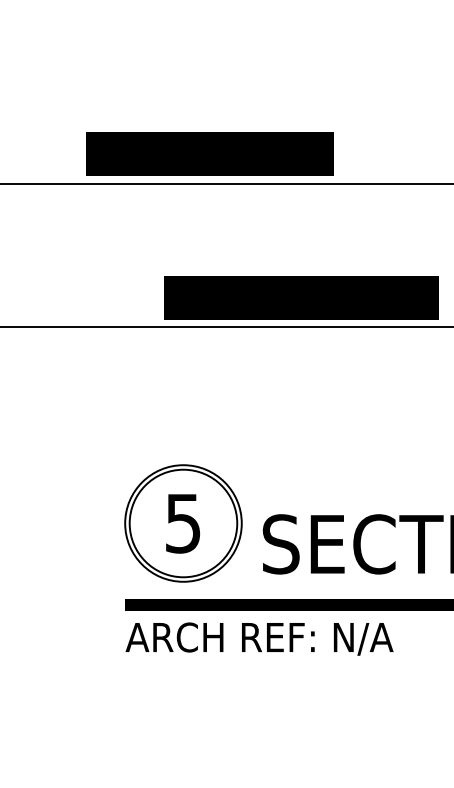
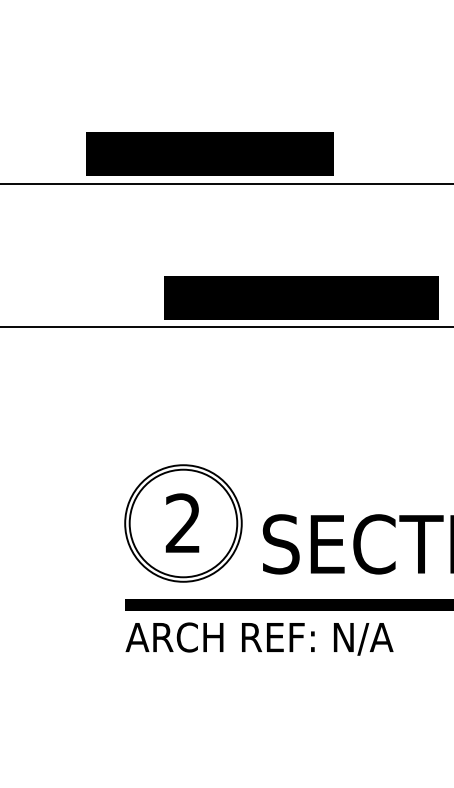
text at (182, 523): 5 -> 2
